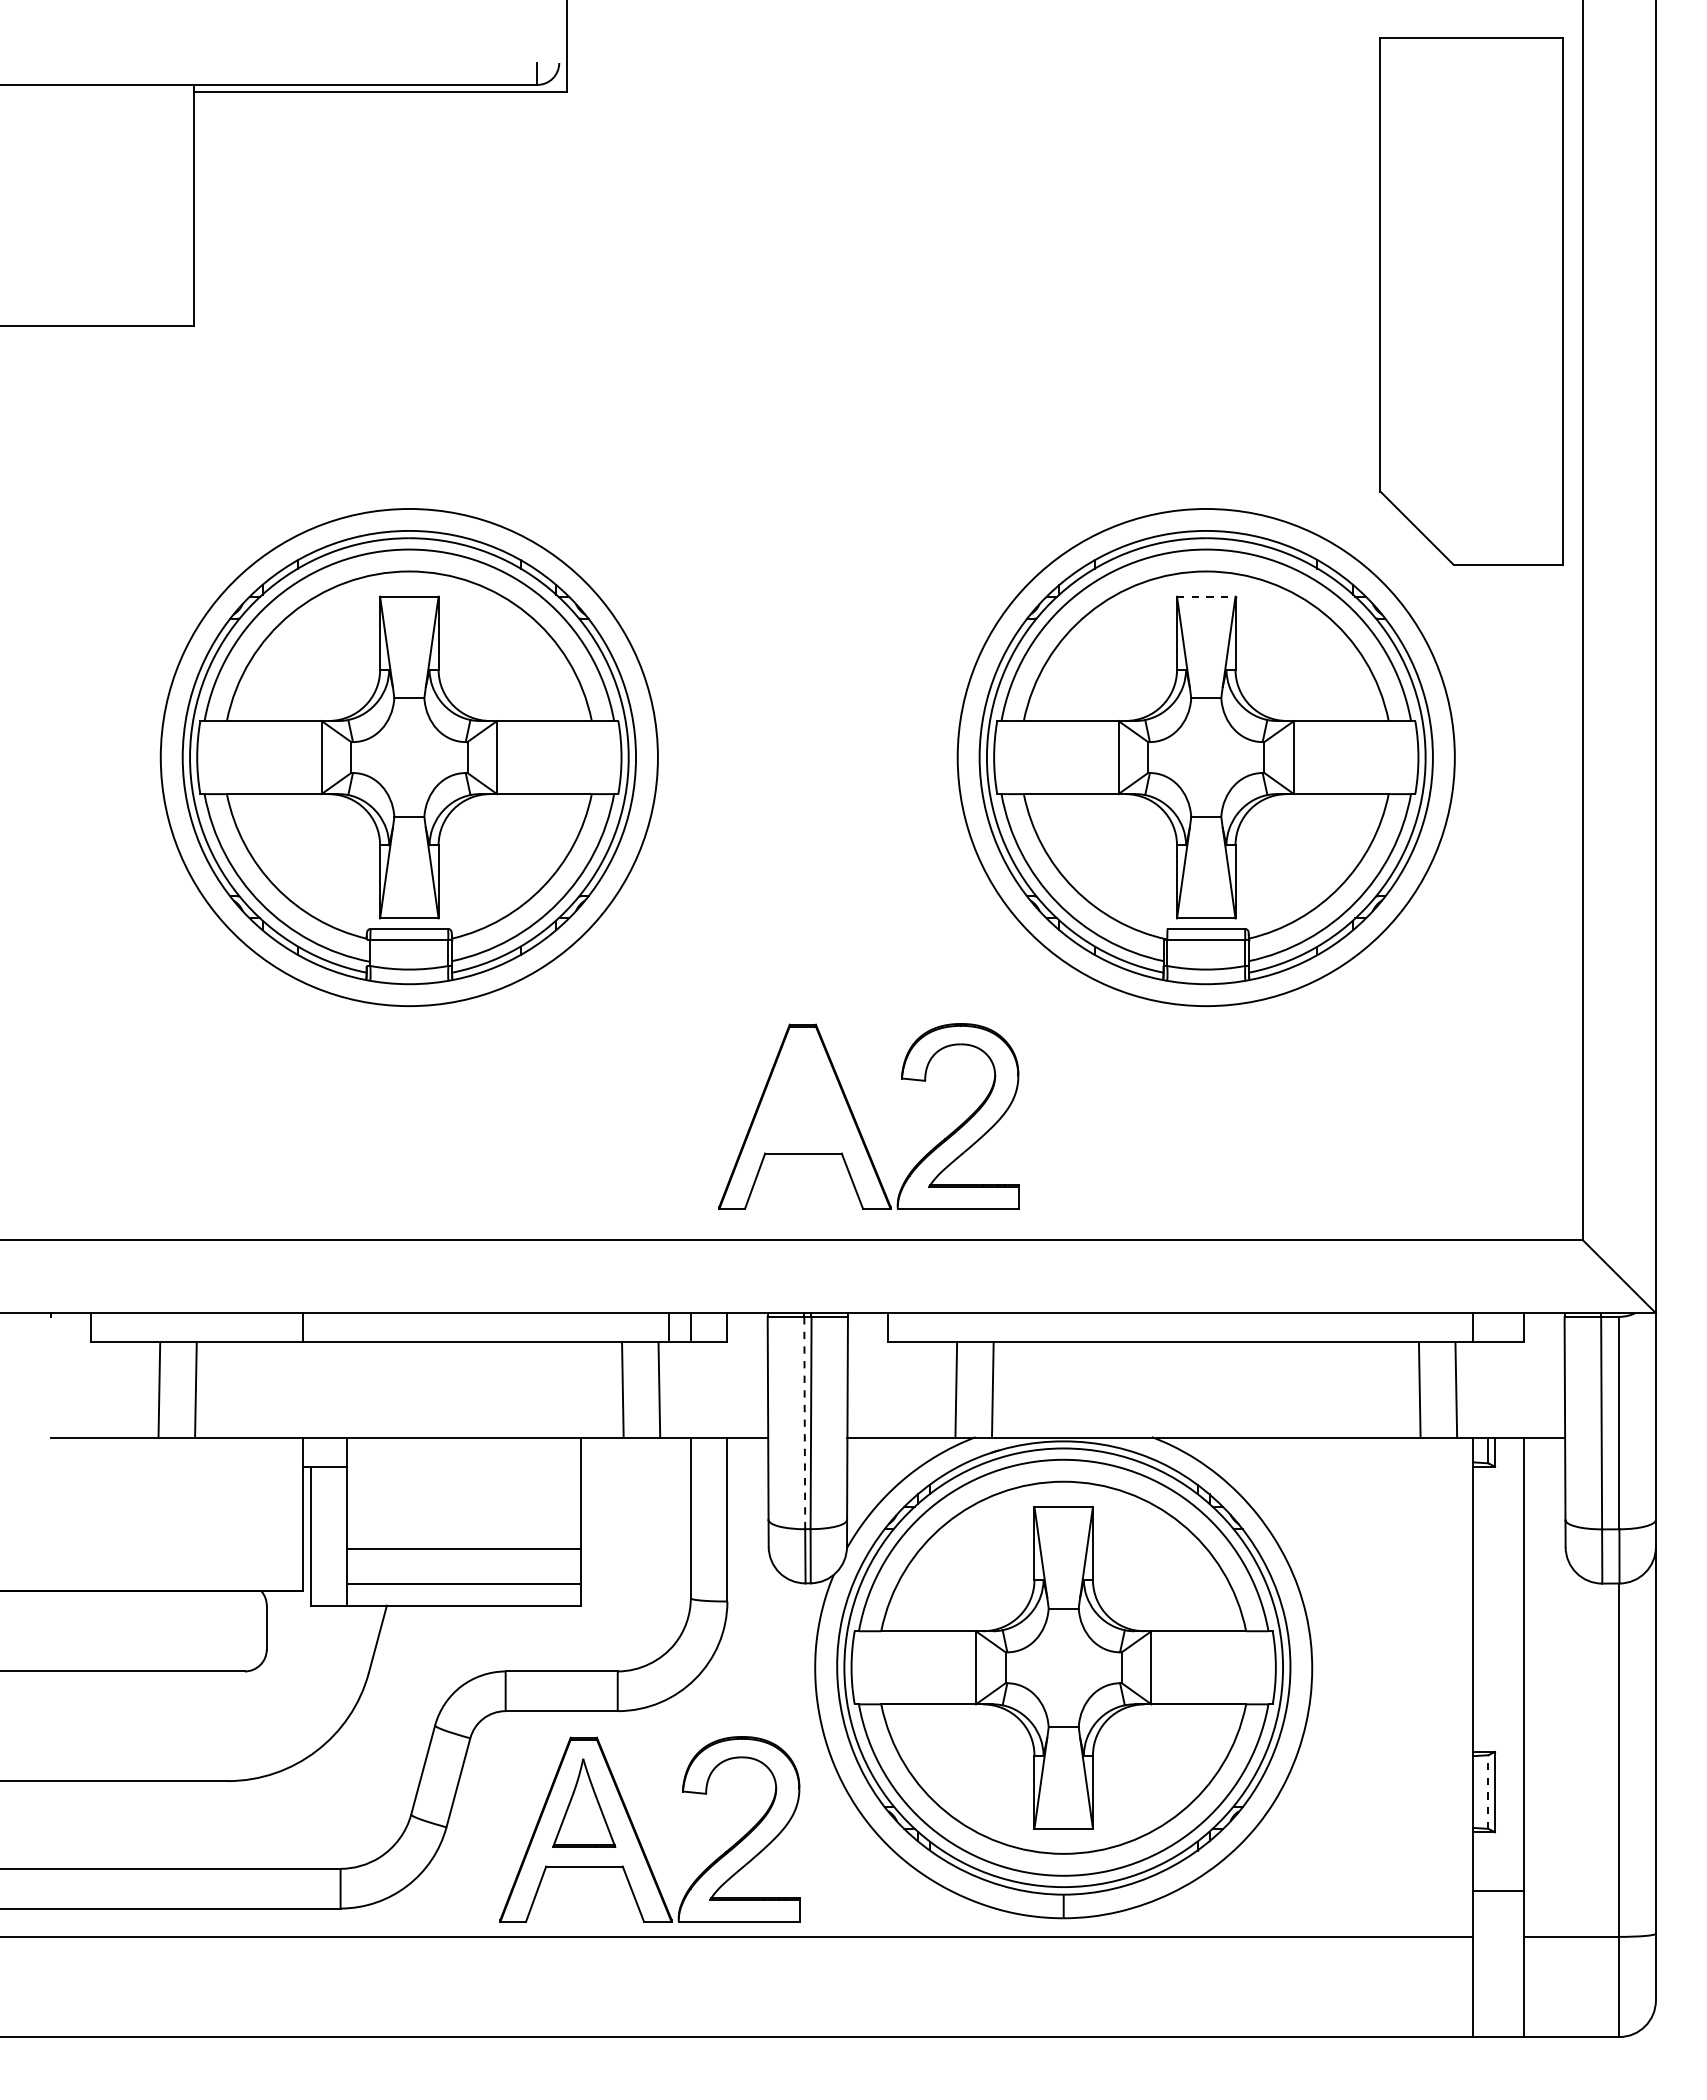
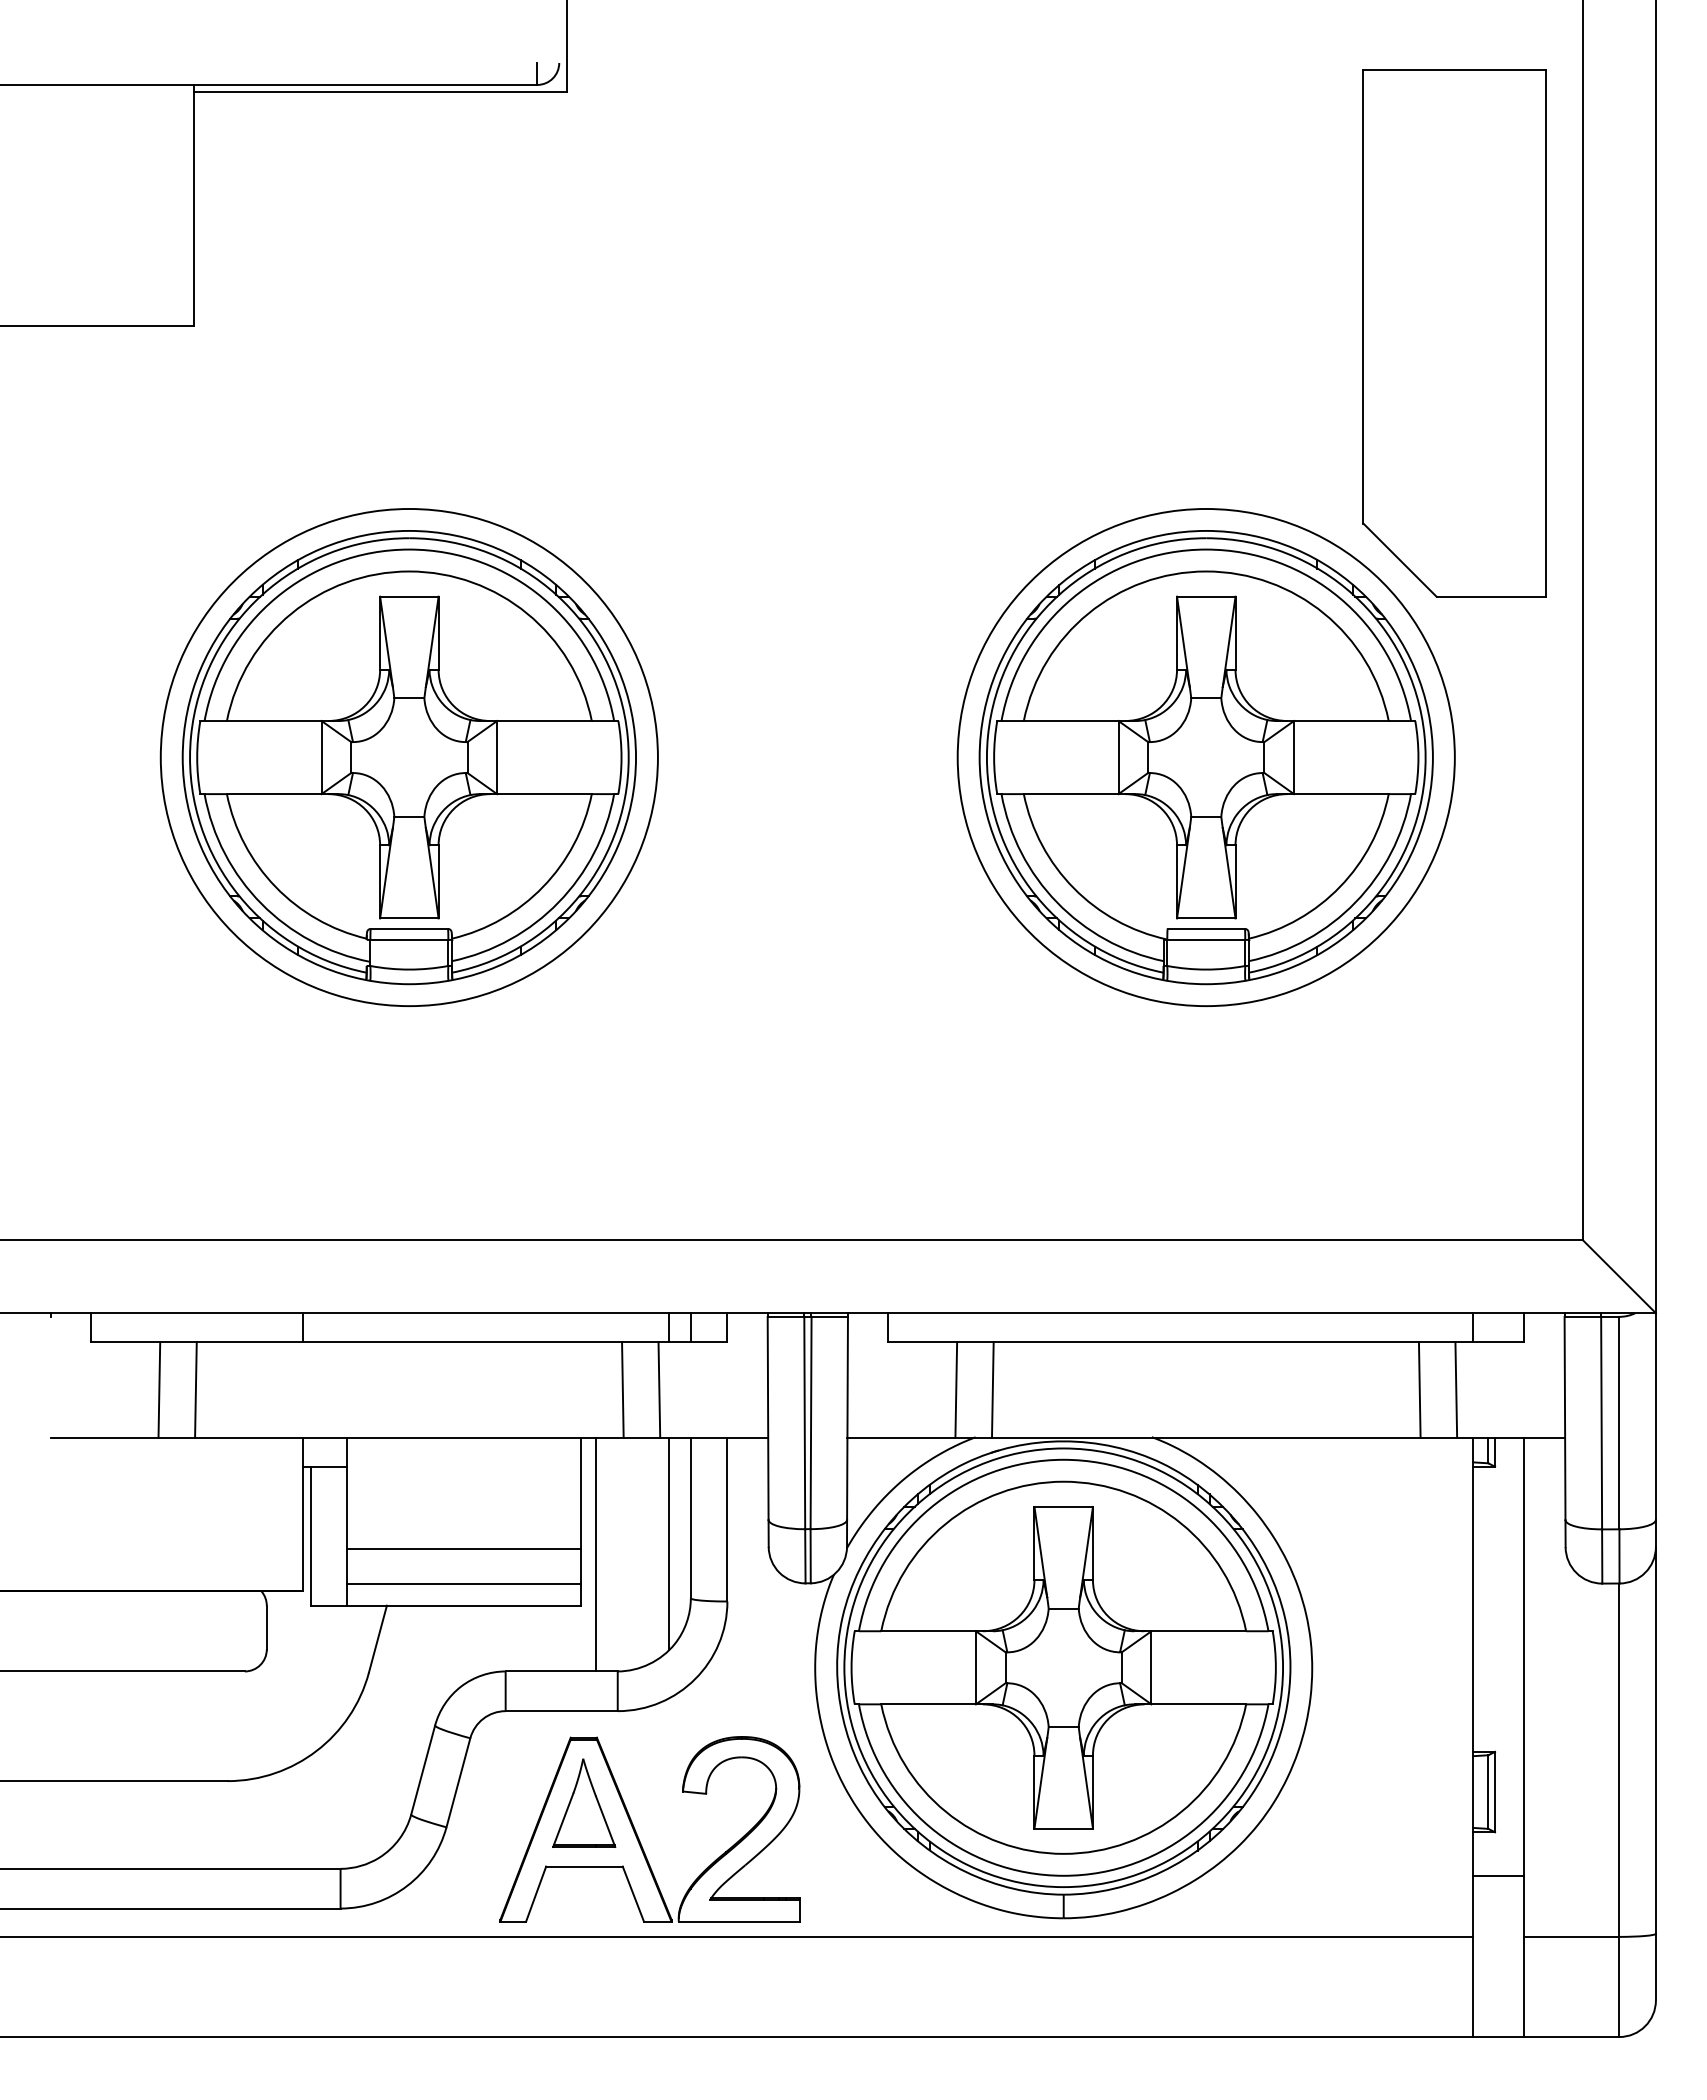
part at (1471, 301) position: (1471, 301) -> (1454, 333)
line at (1206, 596): dashed -> solid
part at (856, 1120): present -> none
line at (804, 1422): dashed -> solid
line at (668, 1543): none -> present
line at (595, 1554): none -> present
line at (1488, 1792): dashed -> solid
line at (1498, 1891) position: (1498, 1891) -> (1498, 1876)
